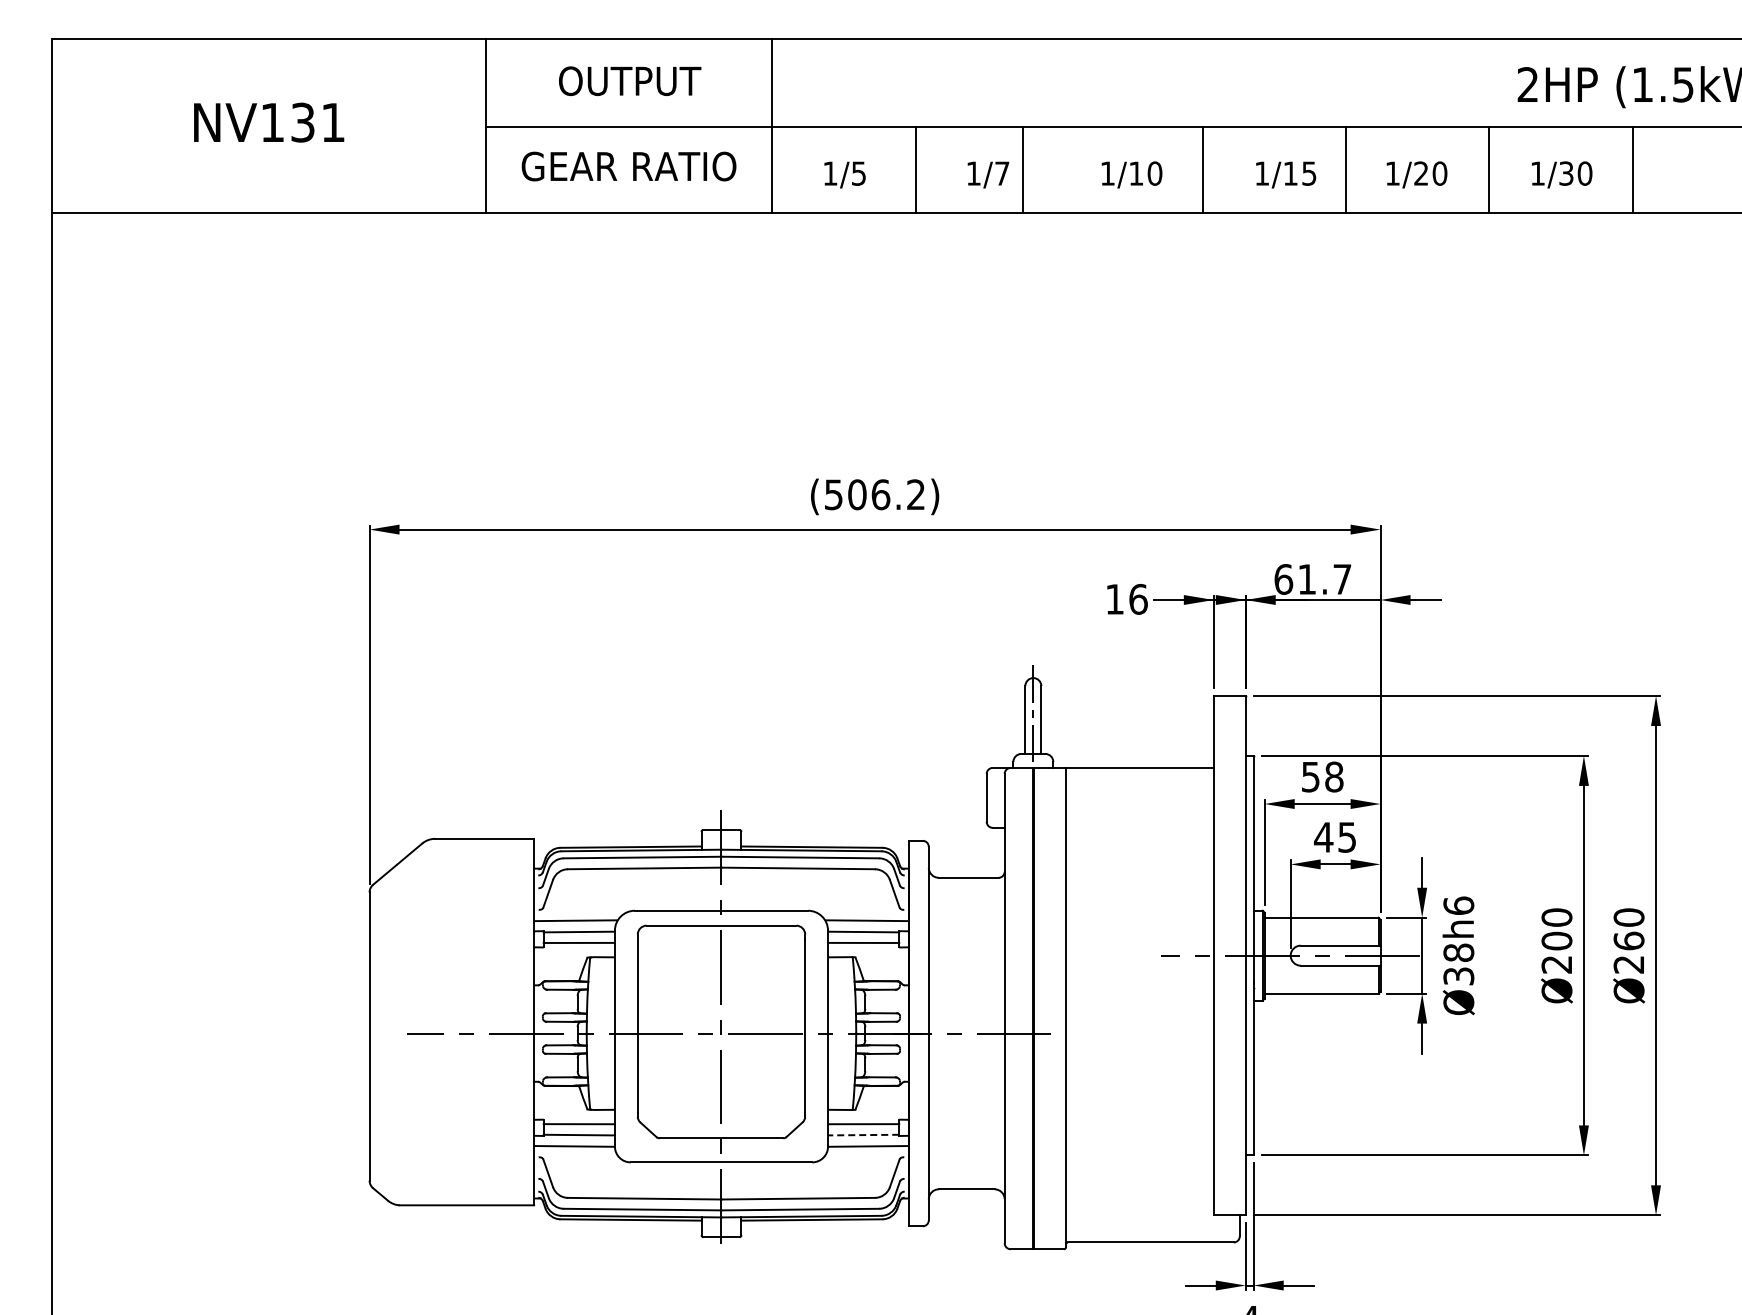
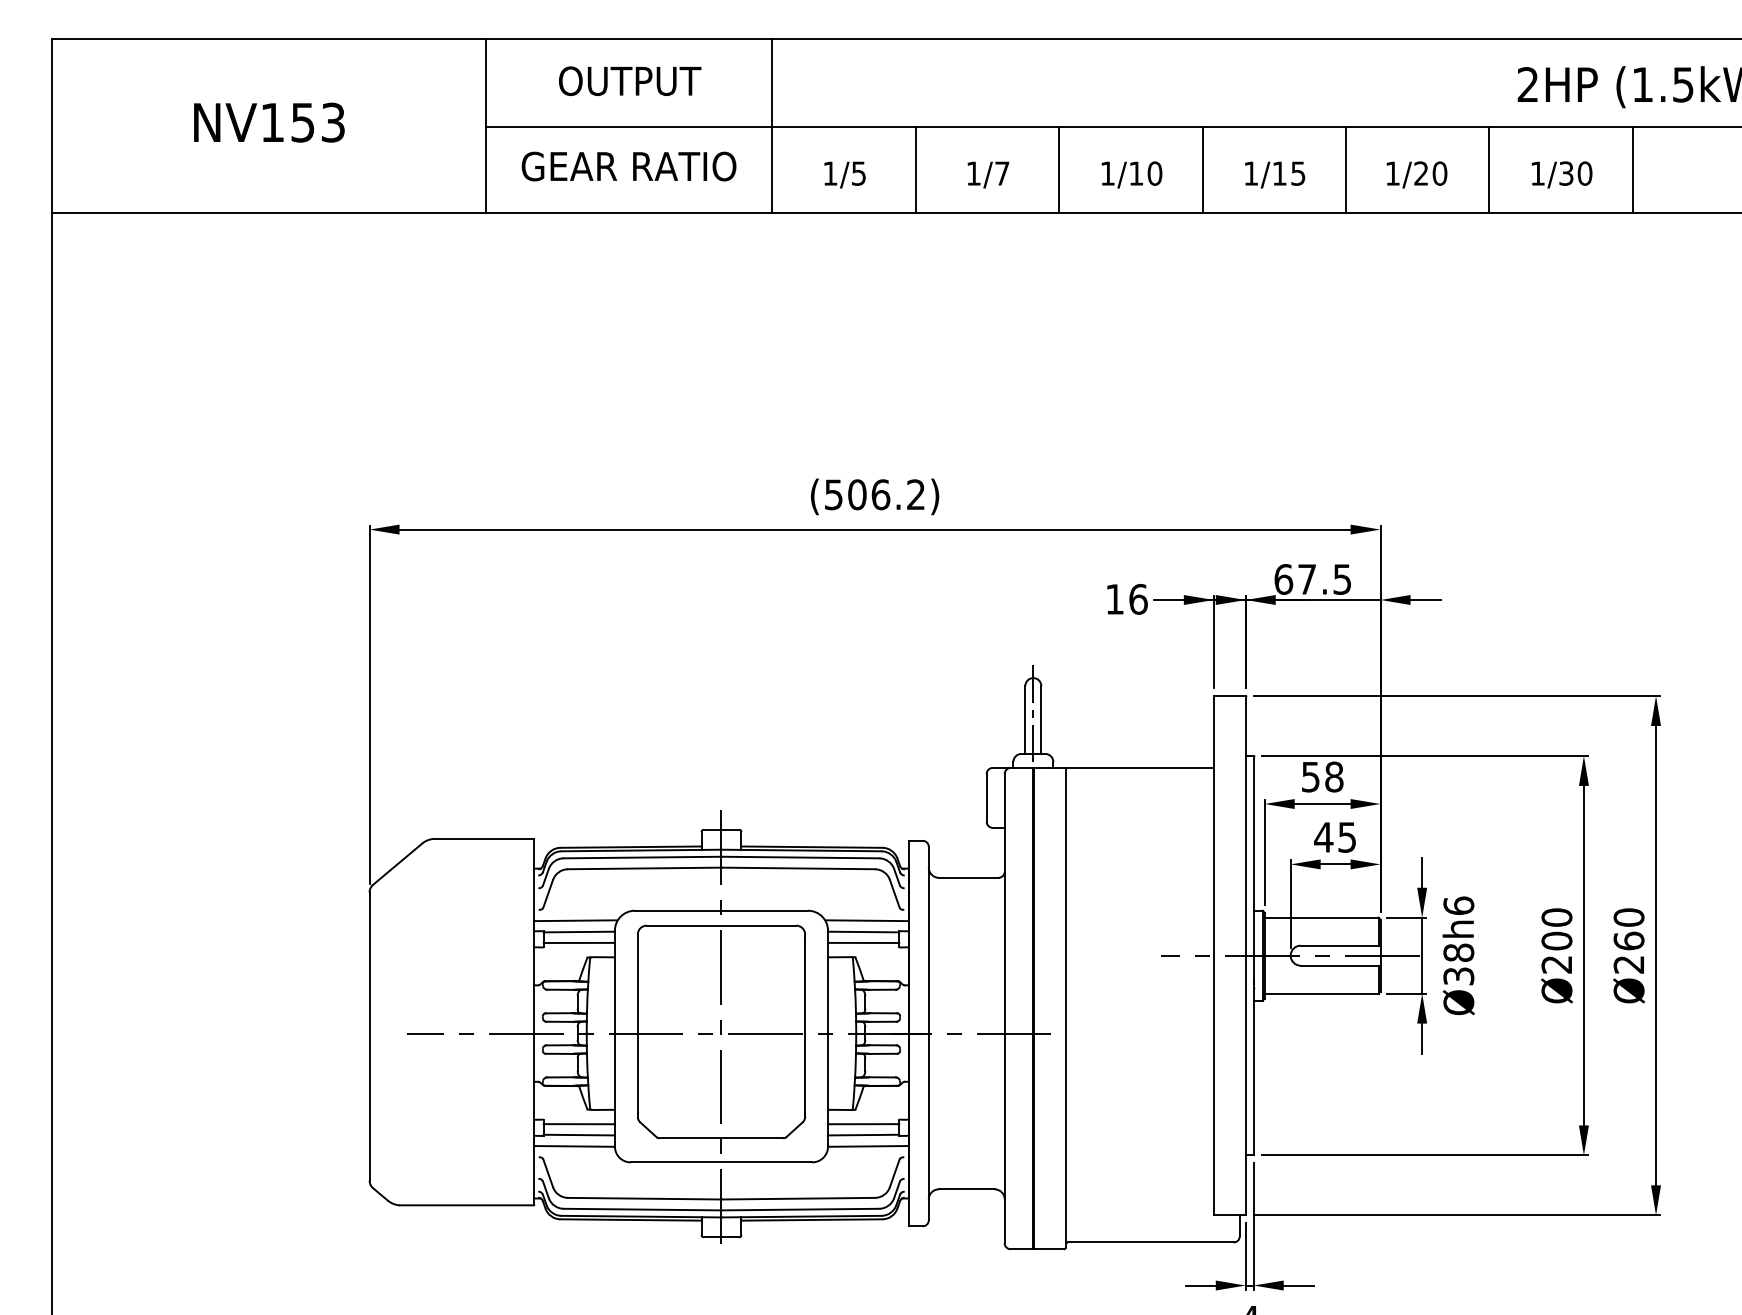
text at (318, 122): NV131 -> NV153
line at (1023, 169) position: (1023, 169) -> (1059, 169)
text at (1286, 174) position: (1286, 174) -> (1275, 174)
text at (1324, 579): 61.7 -> 67.5
line at (863, 1135): dashed -> solid
